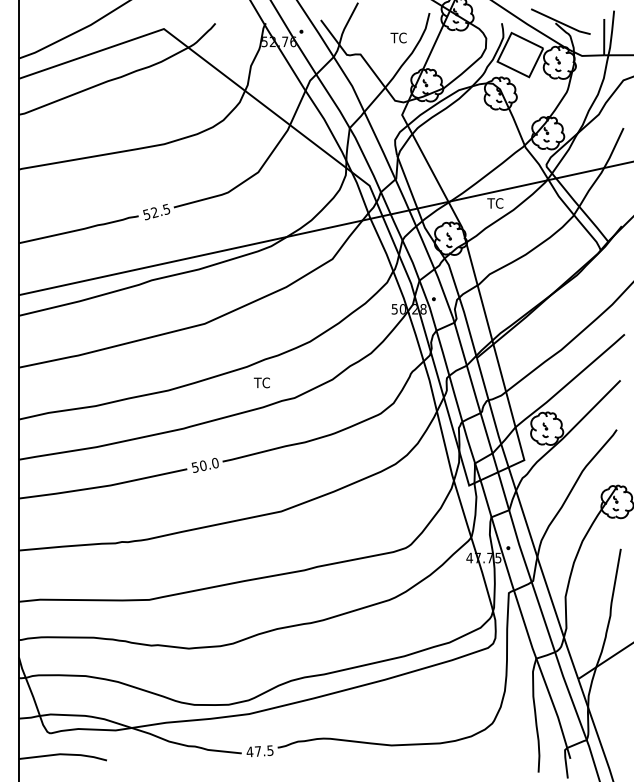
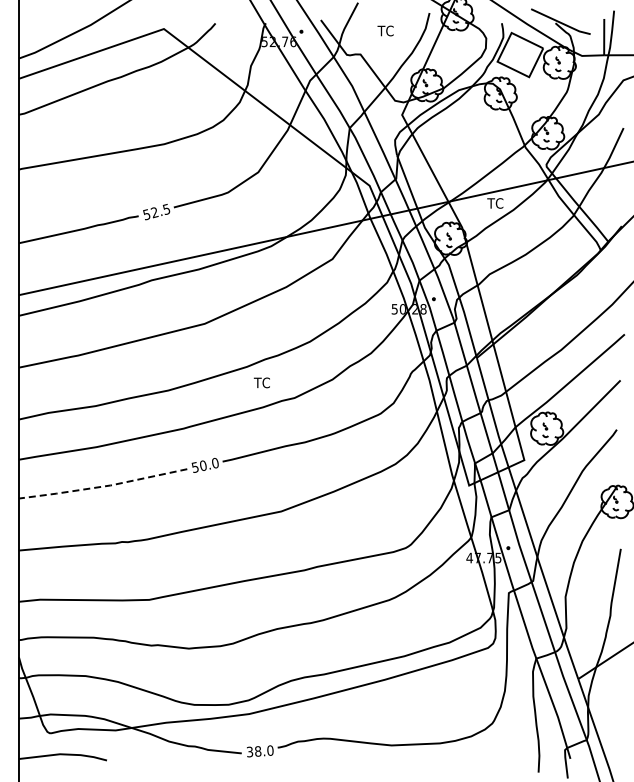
text at (398, 37) position: (398, 37) -> (385, 30)
line at (102, 486): solid -> dashed
text at (259, 751): 47.5 -> 38.0
